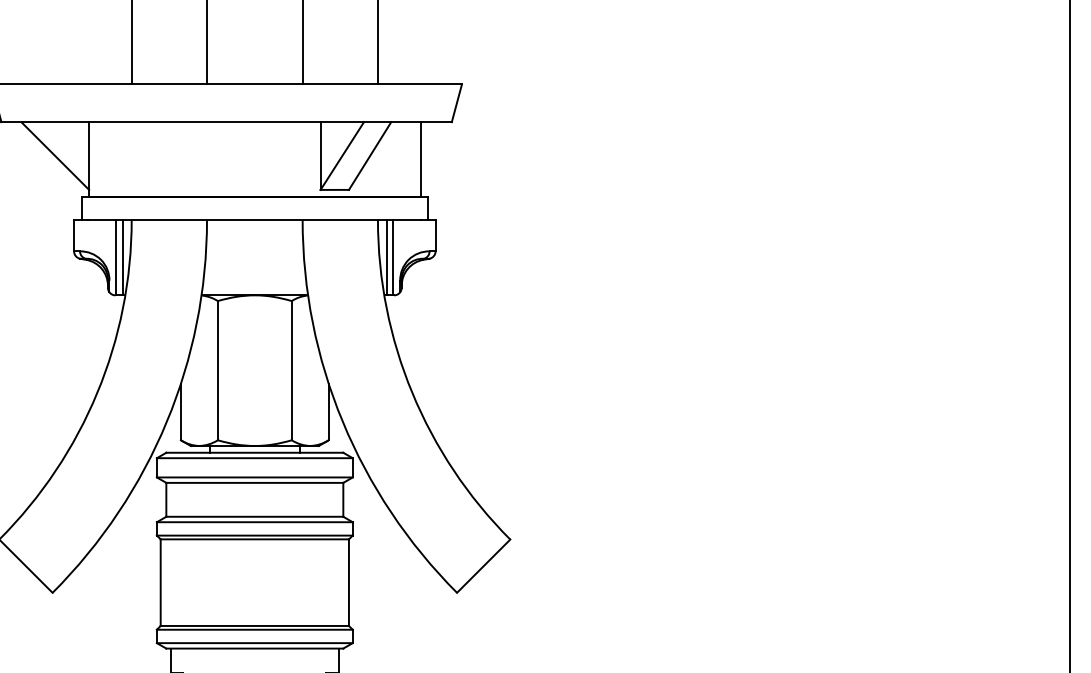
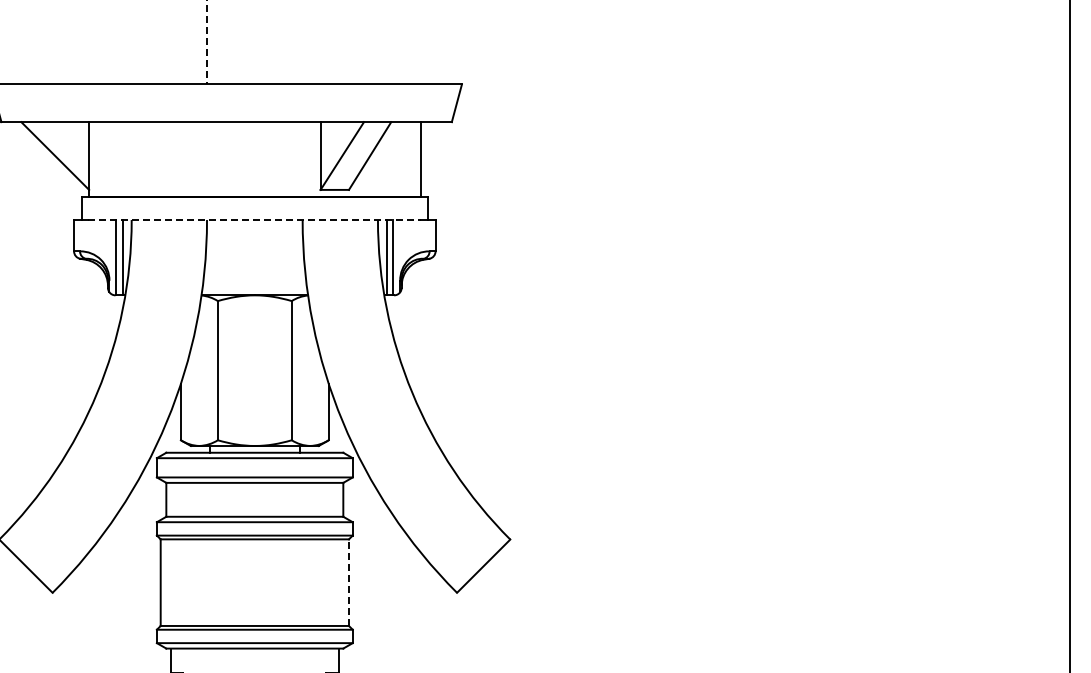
line at (207, 42): solid -> dashed
line at (131, 43): present -> none
line at (302, 43): present -> none
line at (377, 43): present -> none
line at (254, 220): solid -> dashed
line at (348, 582): solid -> dashed
